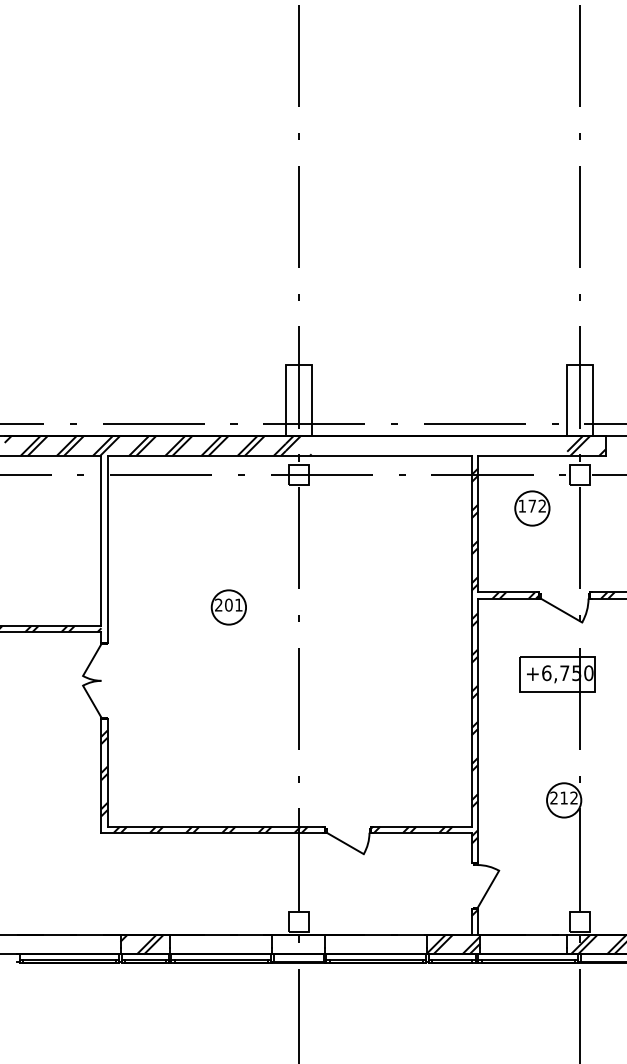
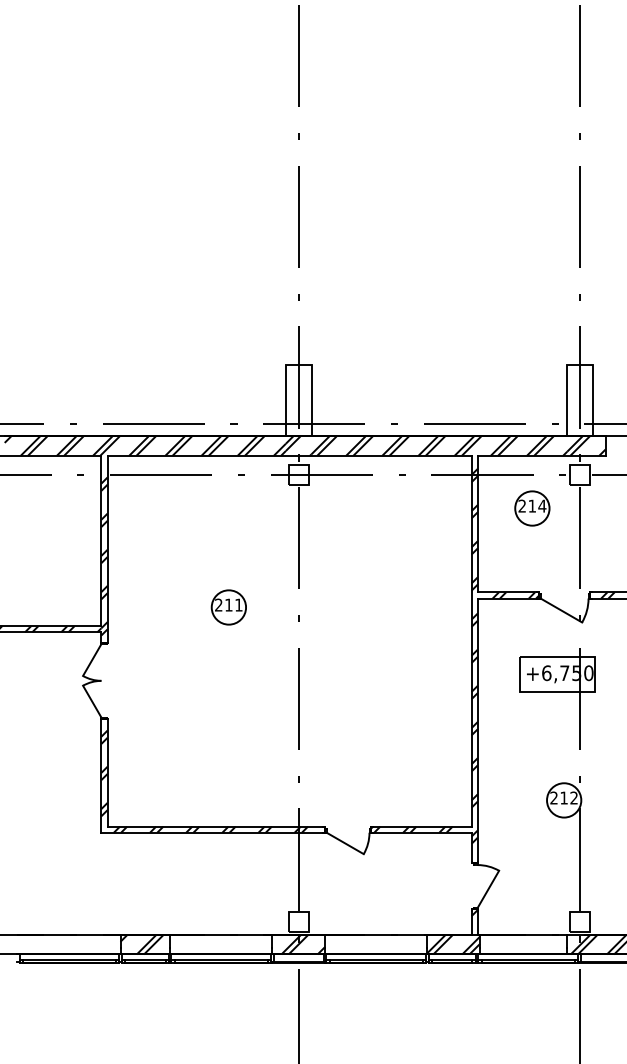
hatch at (439, 445): none -> present
text at (532, 505): 172 -> 214
hatch at (104, 556): none -> present
text at (228, 604): 201 -> 211
hatch at (303, 944): none -> present
